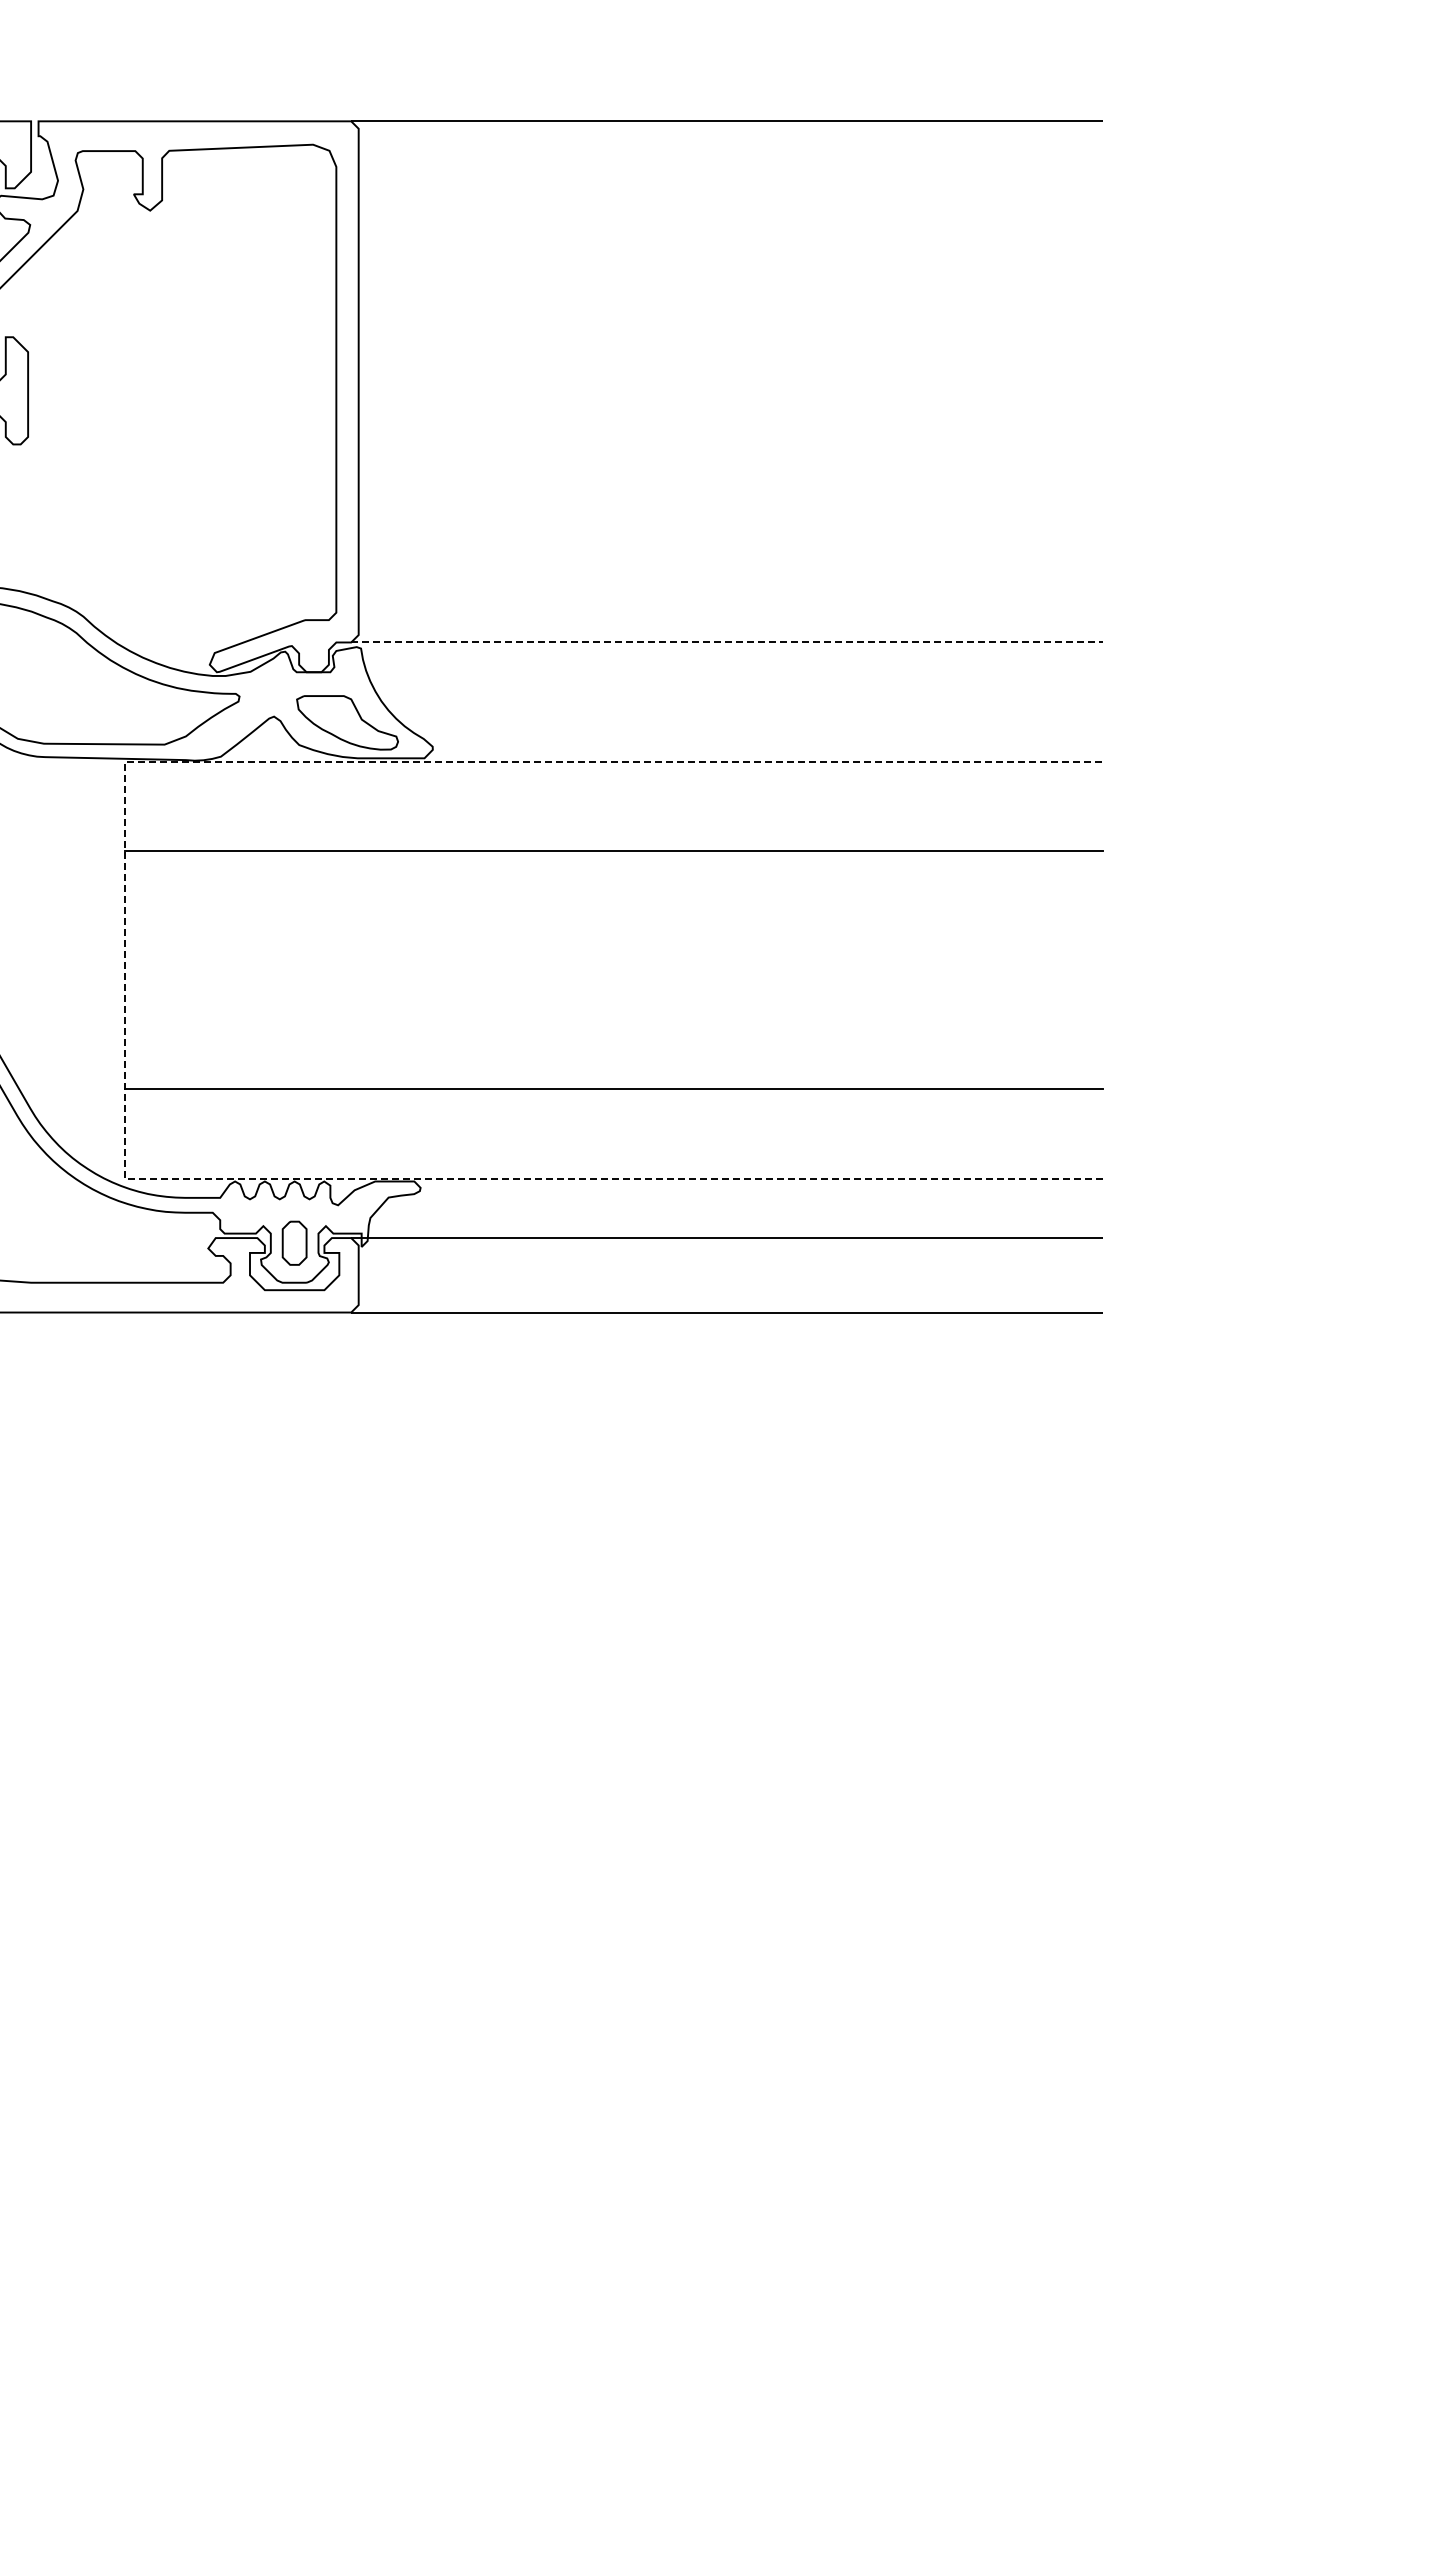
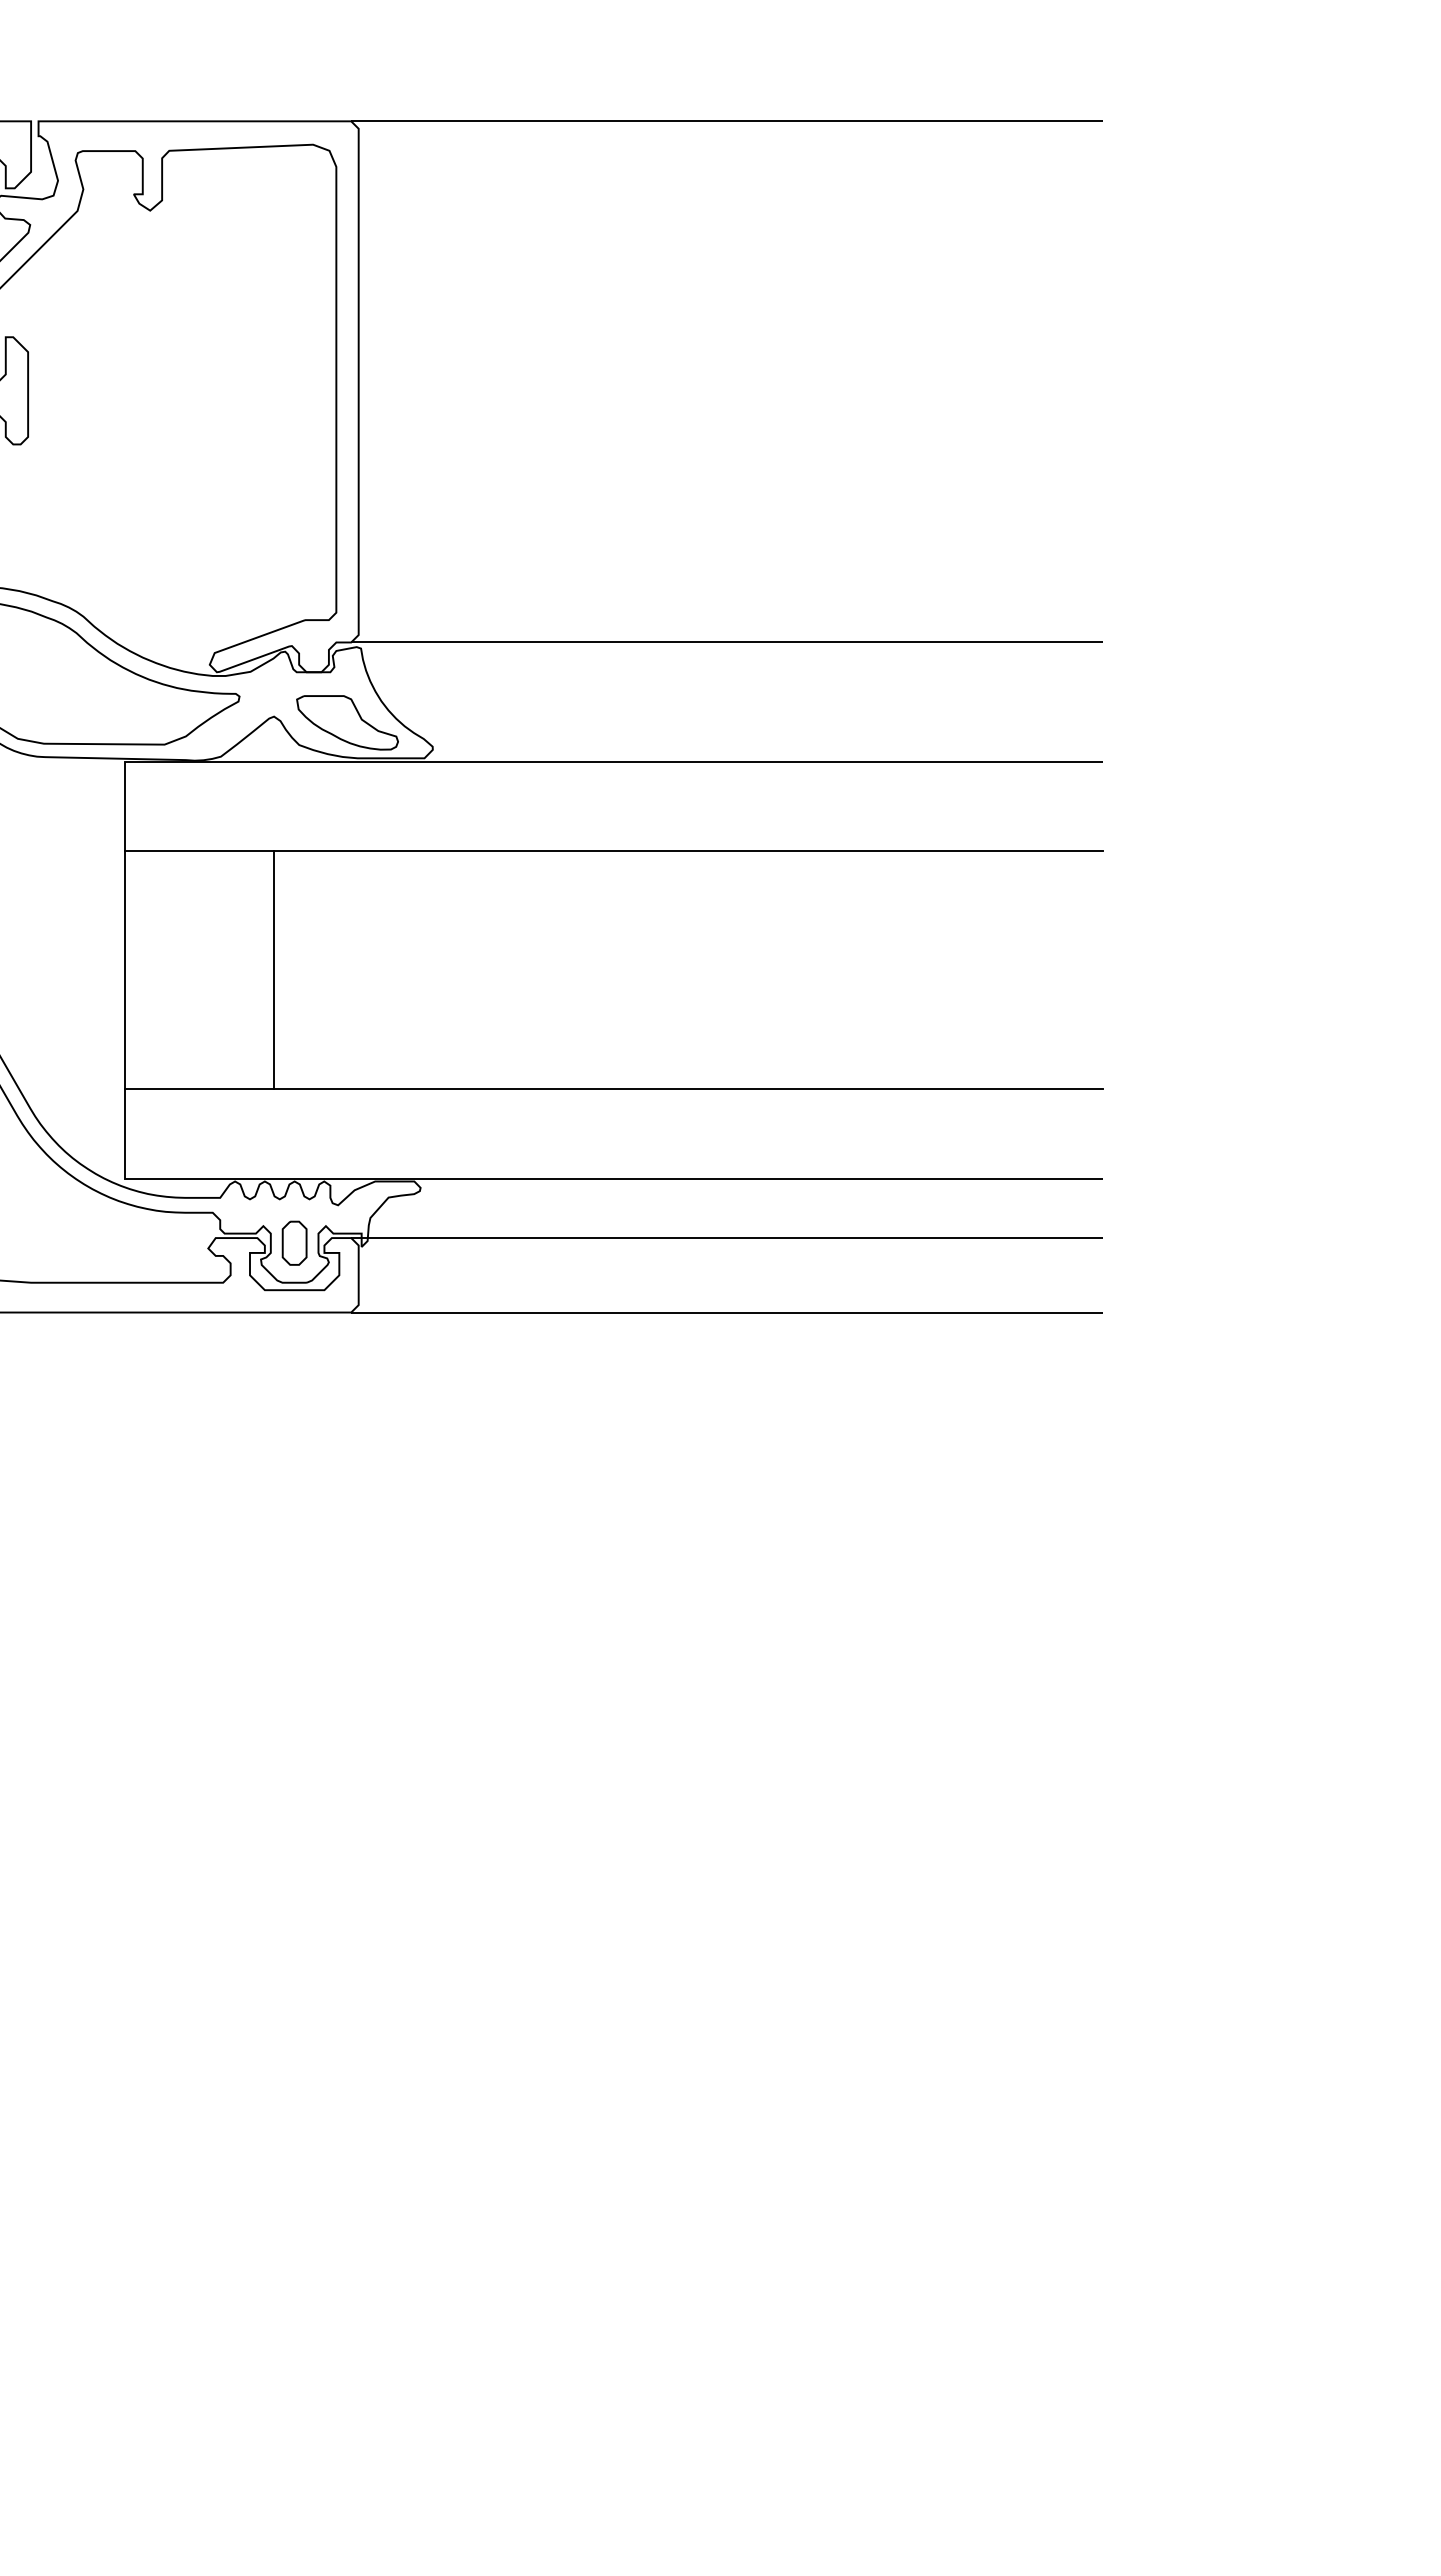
line at (727, 642): dashed -> solid
line at (124, 969): dashed -> solid
line at (273, 969): none -> present
